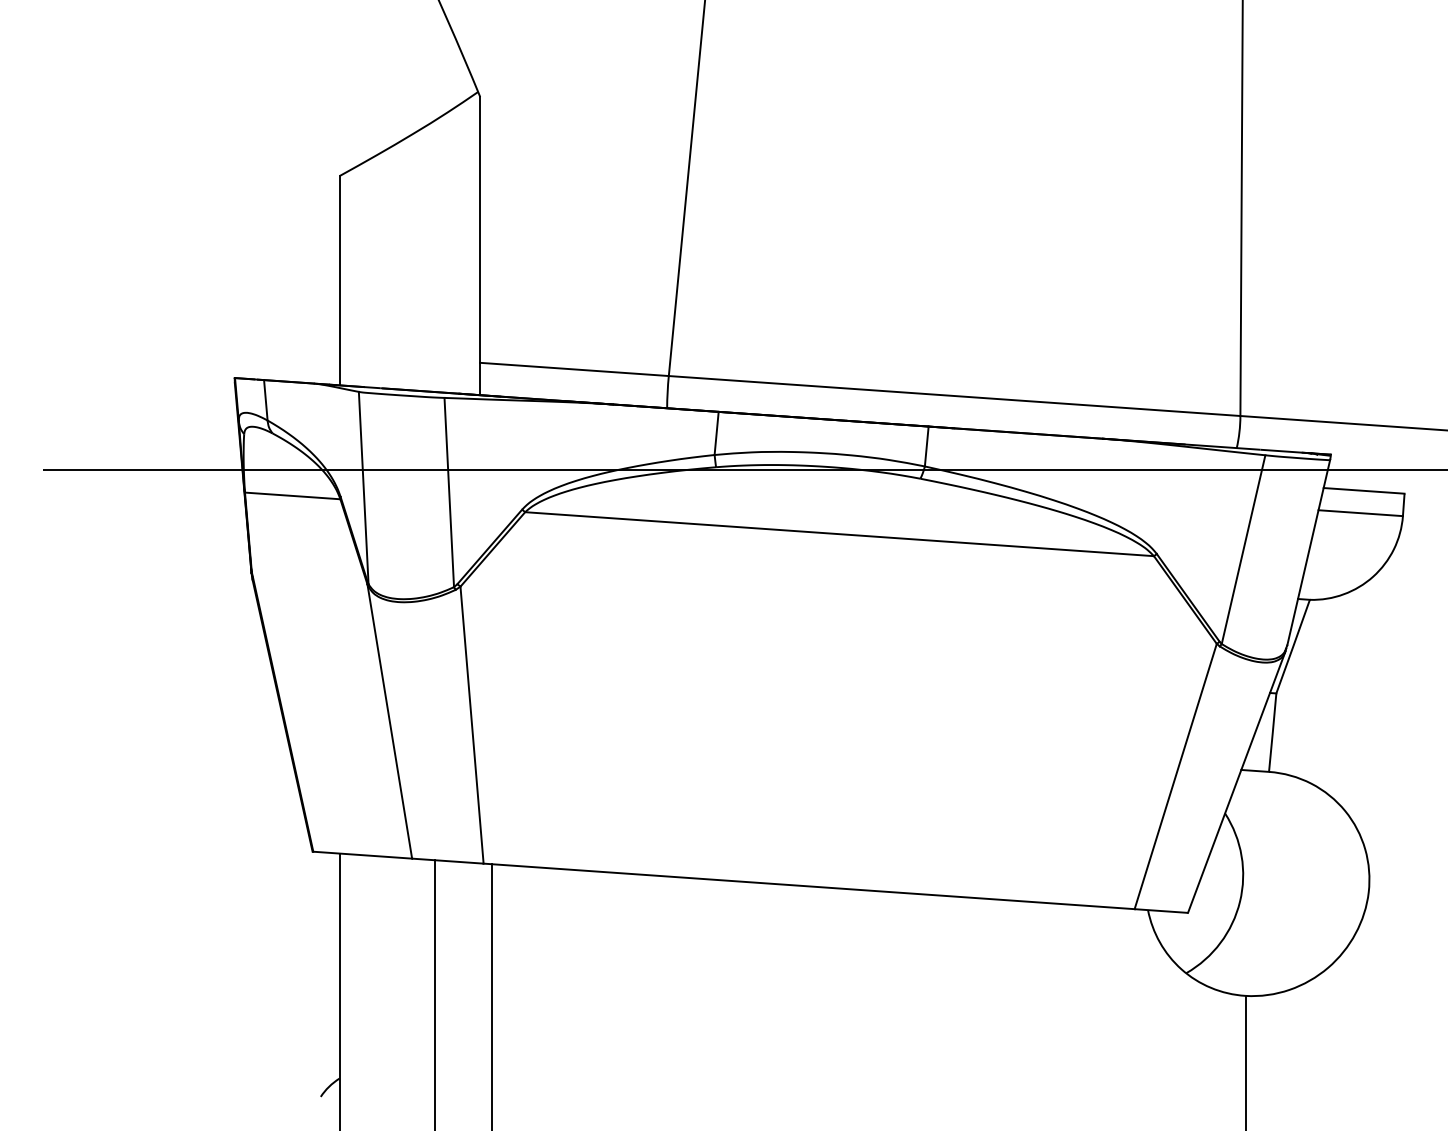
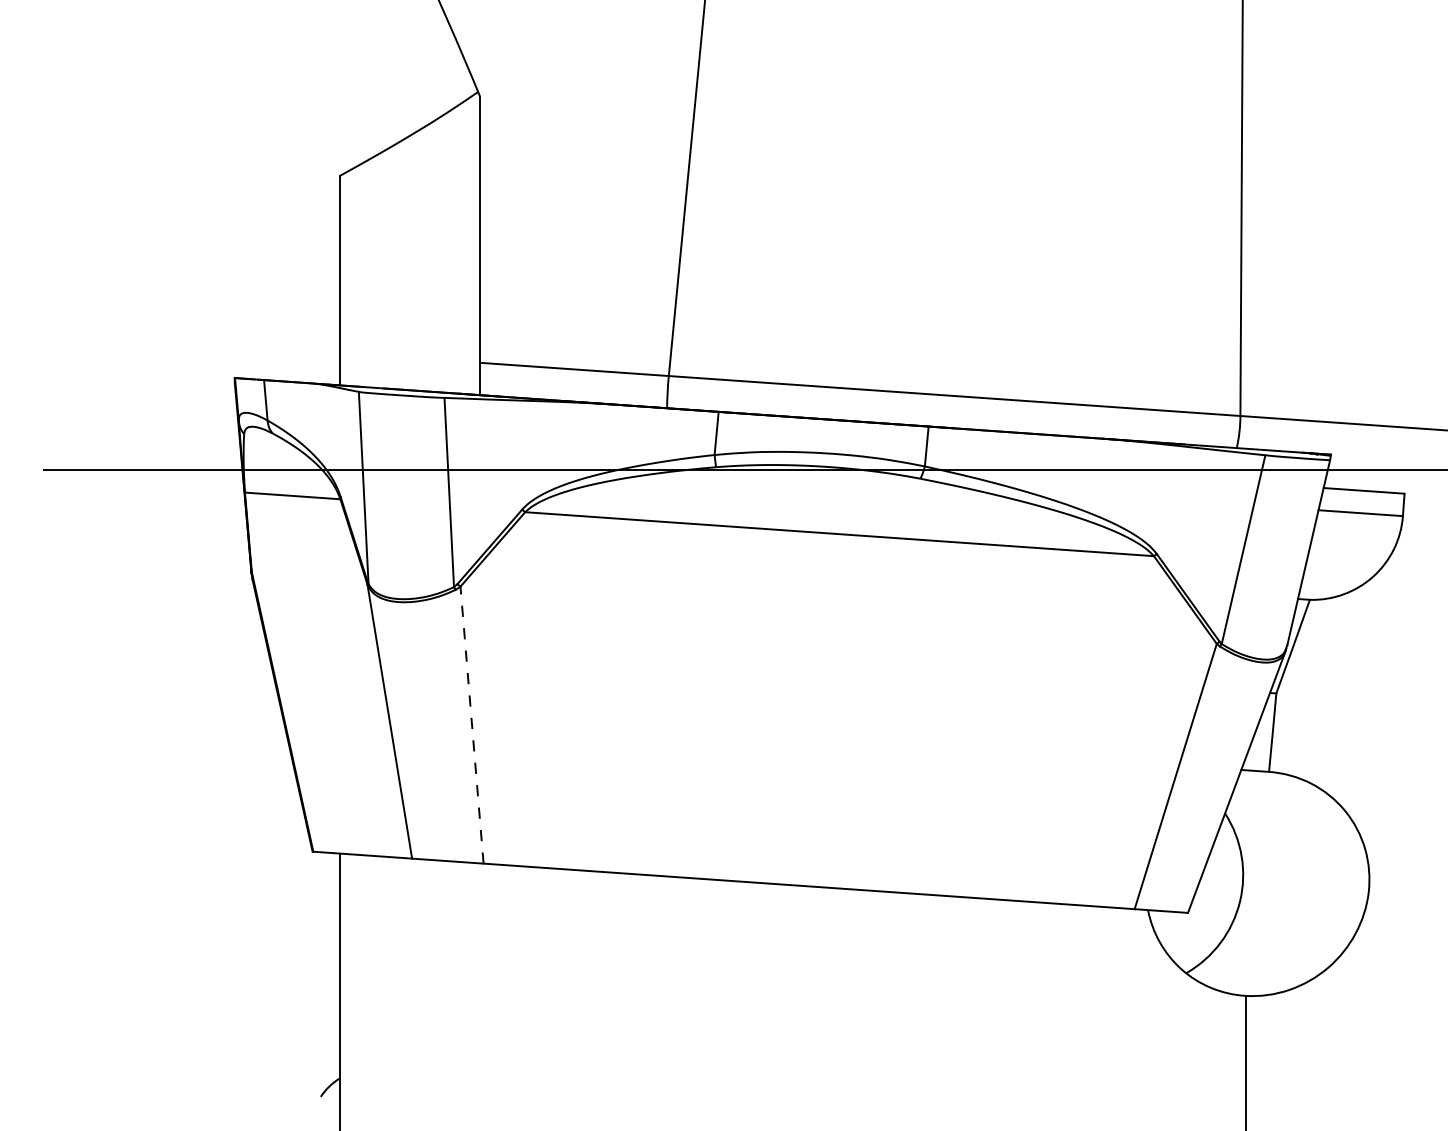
line at (472, 725): solid -> dashed
line at (434, 993): present -> none
line at (491, 995): present -> none
